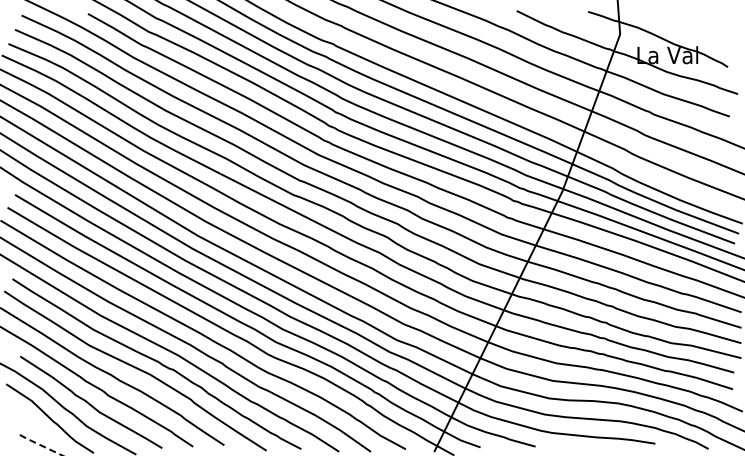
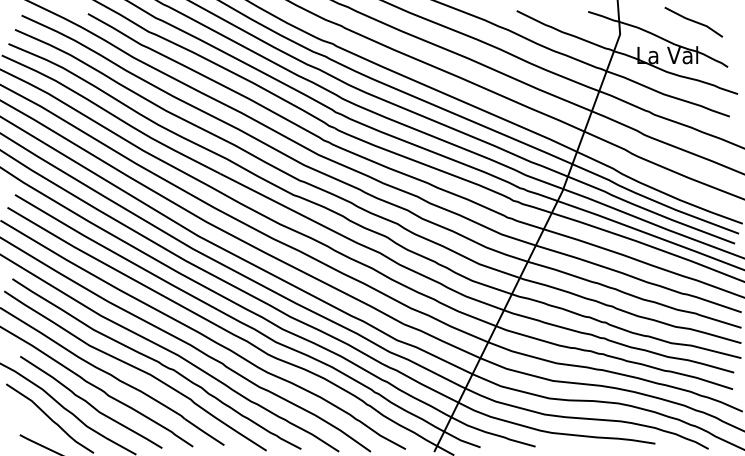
line at (693, 21): none -> present
line at (40, 445): dashed -> solid
